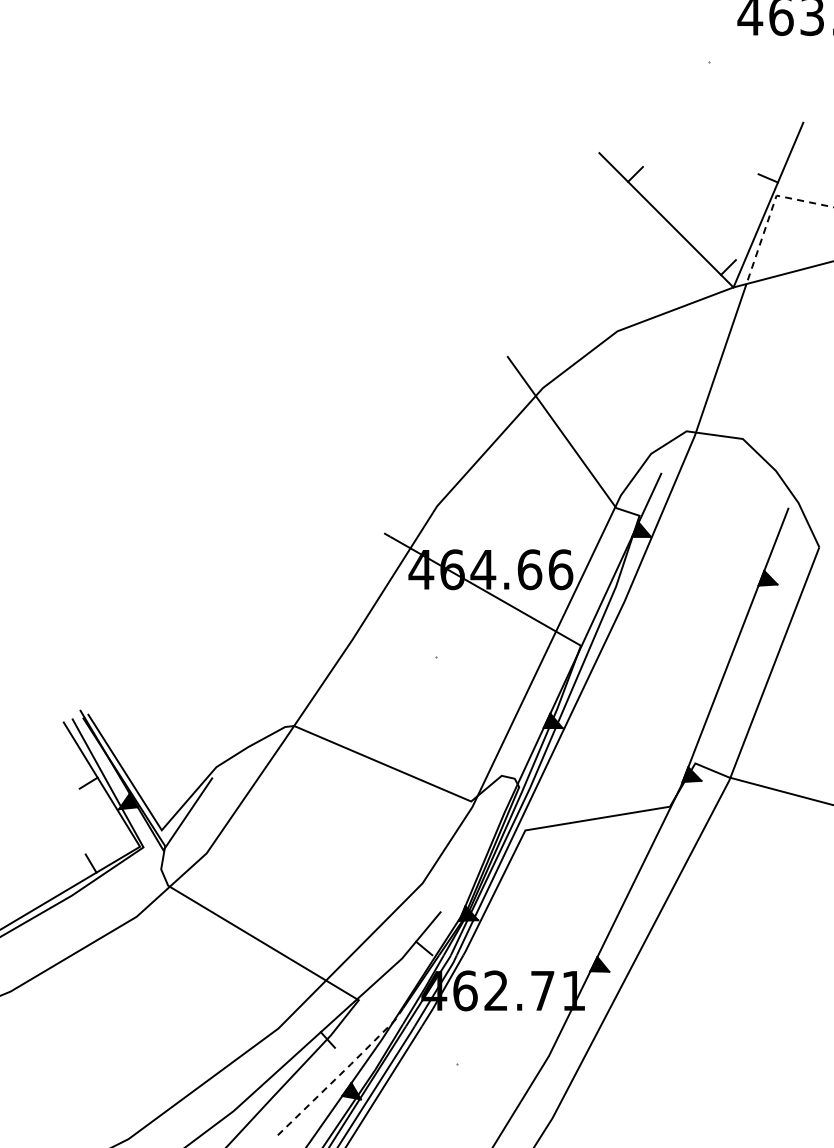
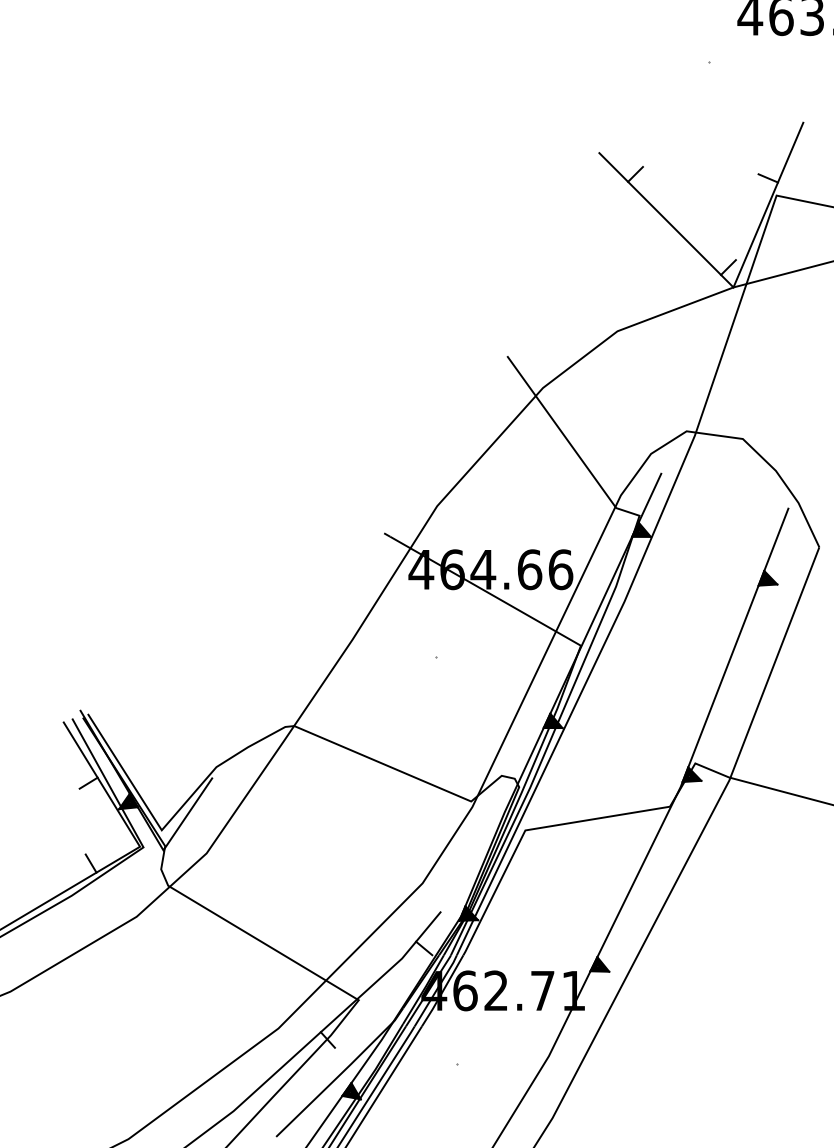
line at (770, 212): dashed -> solid
line at (341, 1073): dashed -> solid
